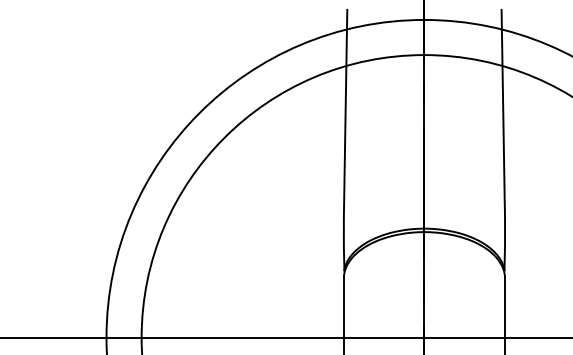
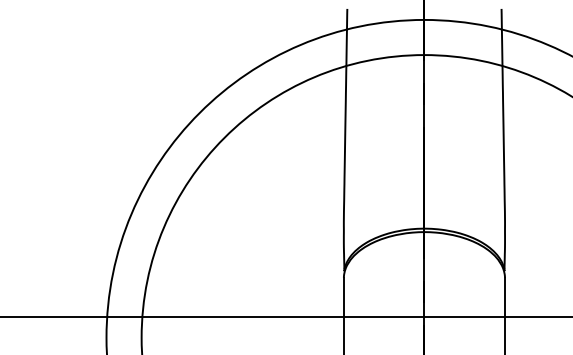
line at (285, 337) position: (285, 337) -> (285, 316)
